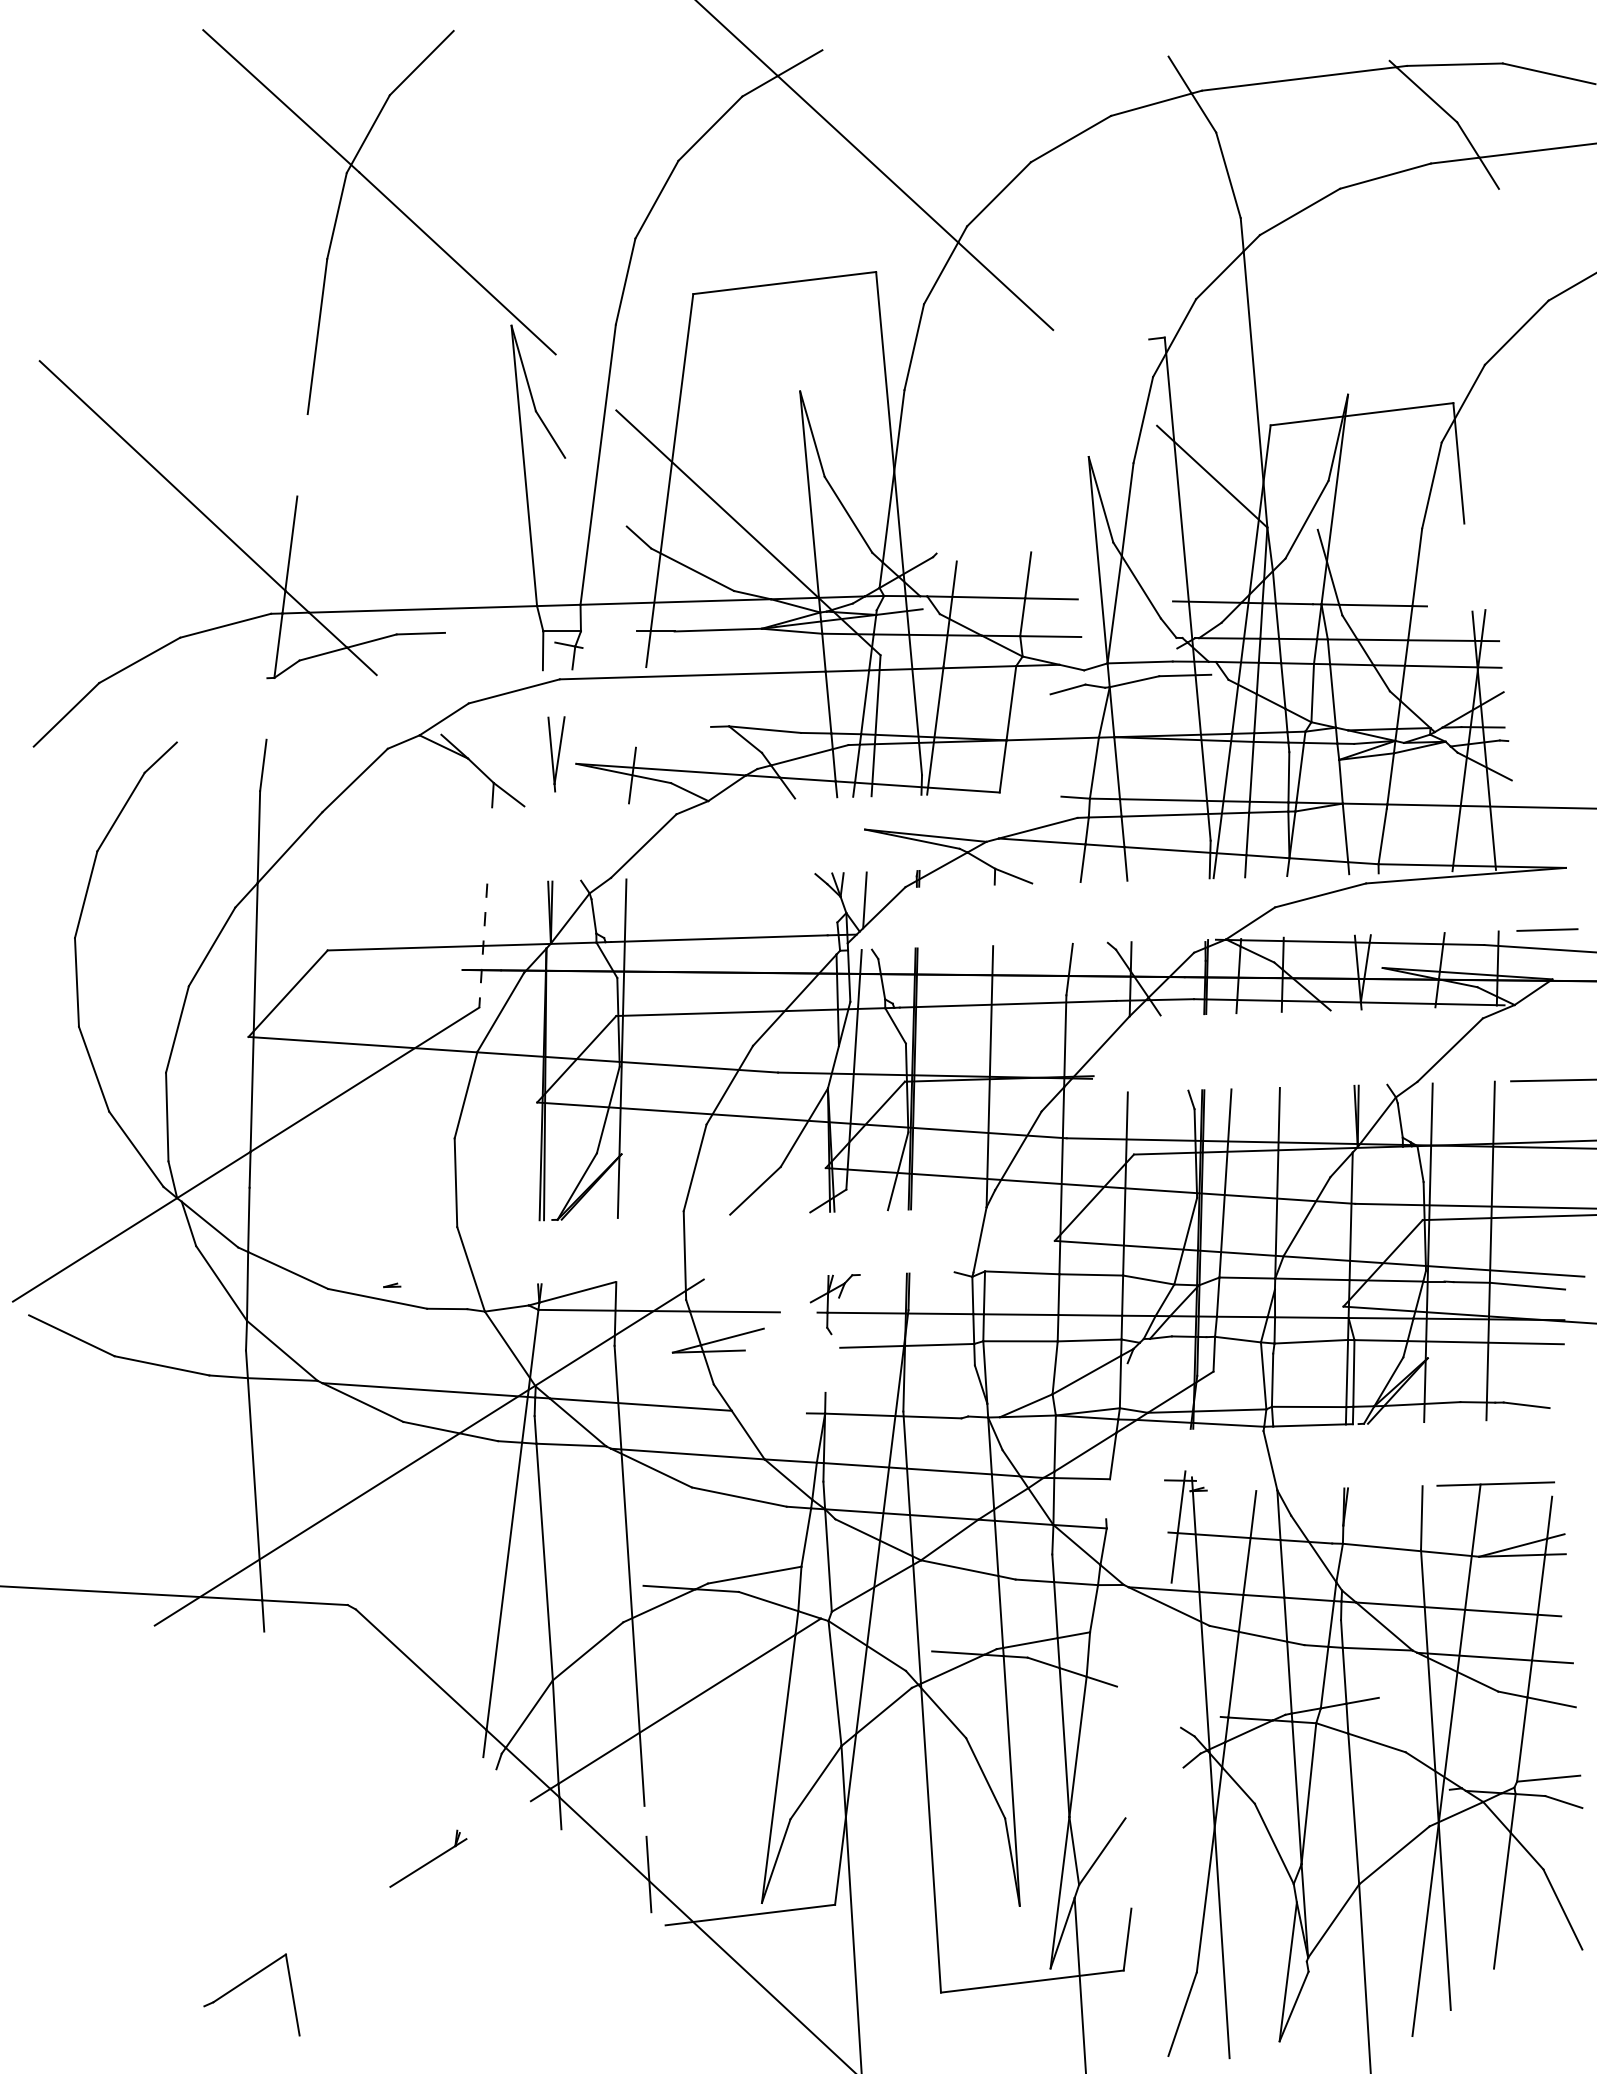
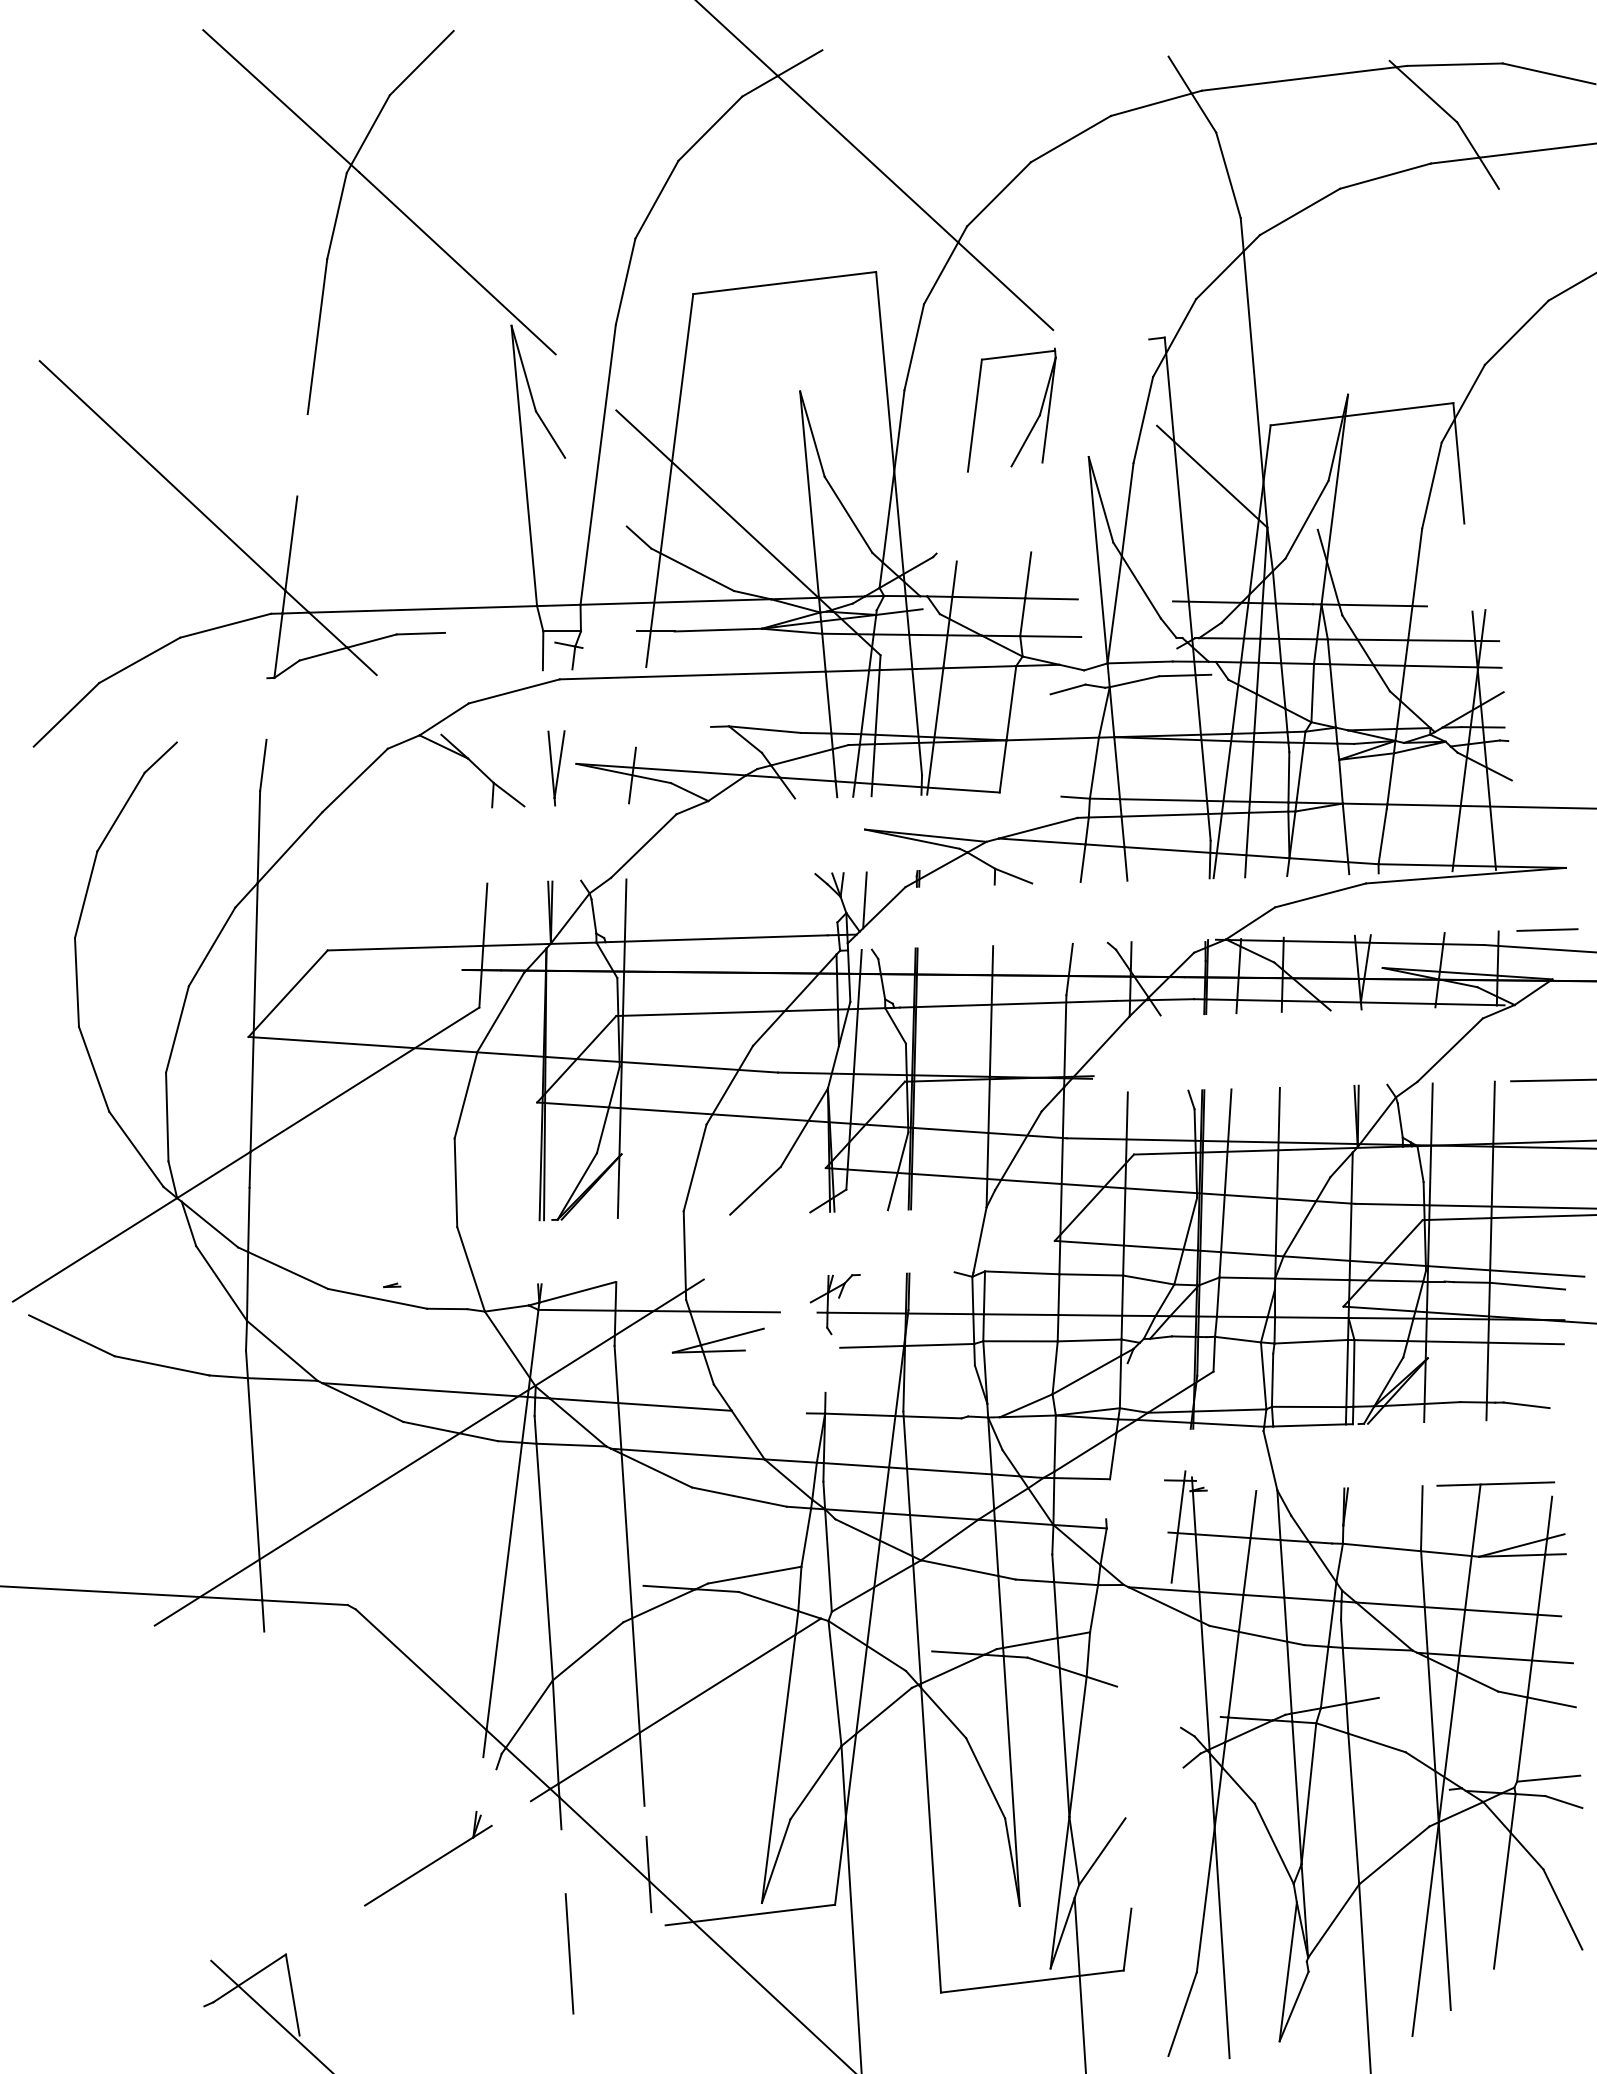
part at (1035, 420): none -> present
part at (556, 754) position: (556, 754) -> (556, 768)
line at (483, 946): dashed -> solid
part at (428, 1858) size: 79x59 px -> 129x96 px
line at (569, 1953): none -> present
line at (270, 2015): none -> present
